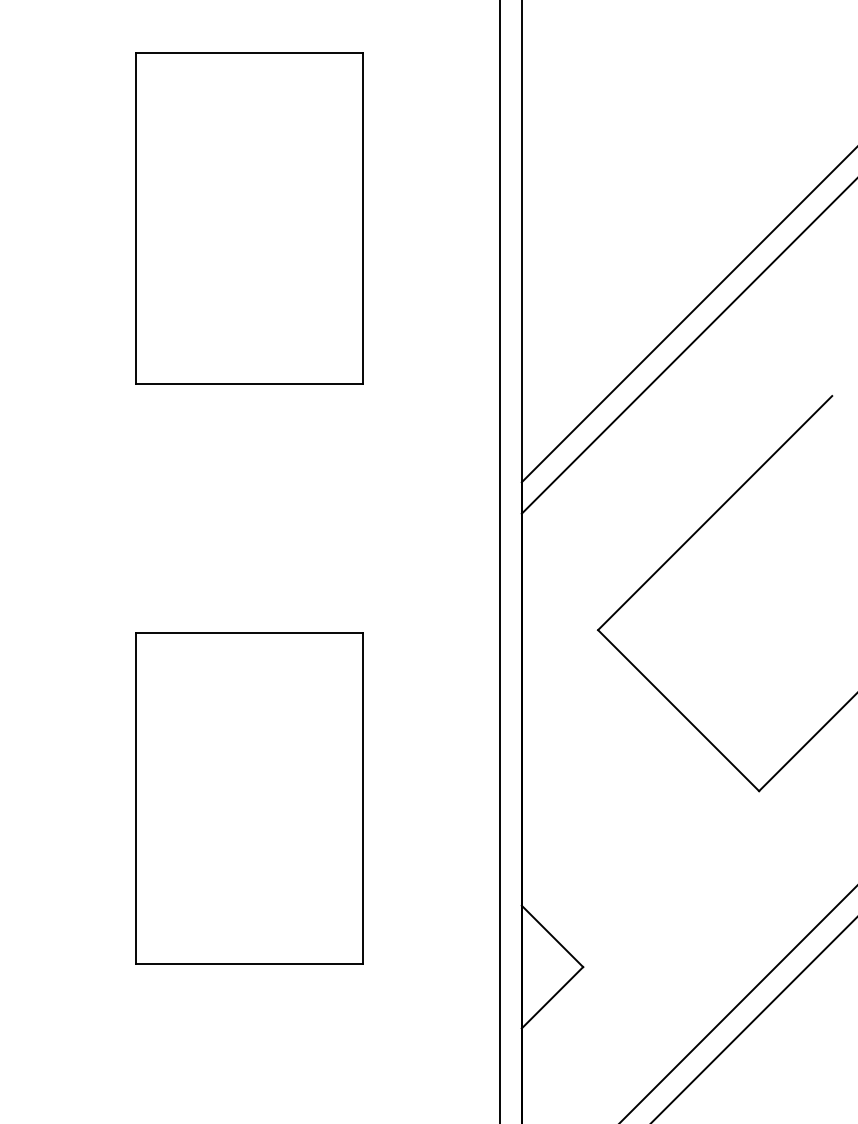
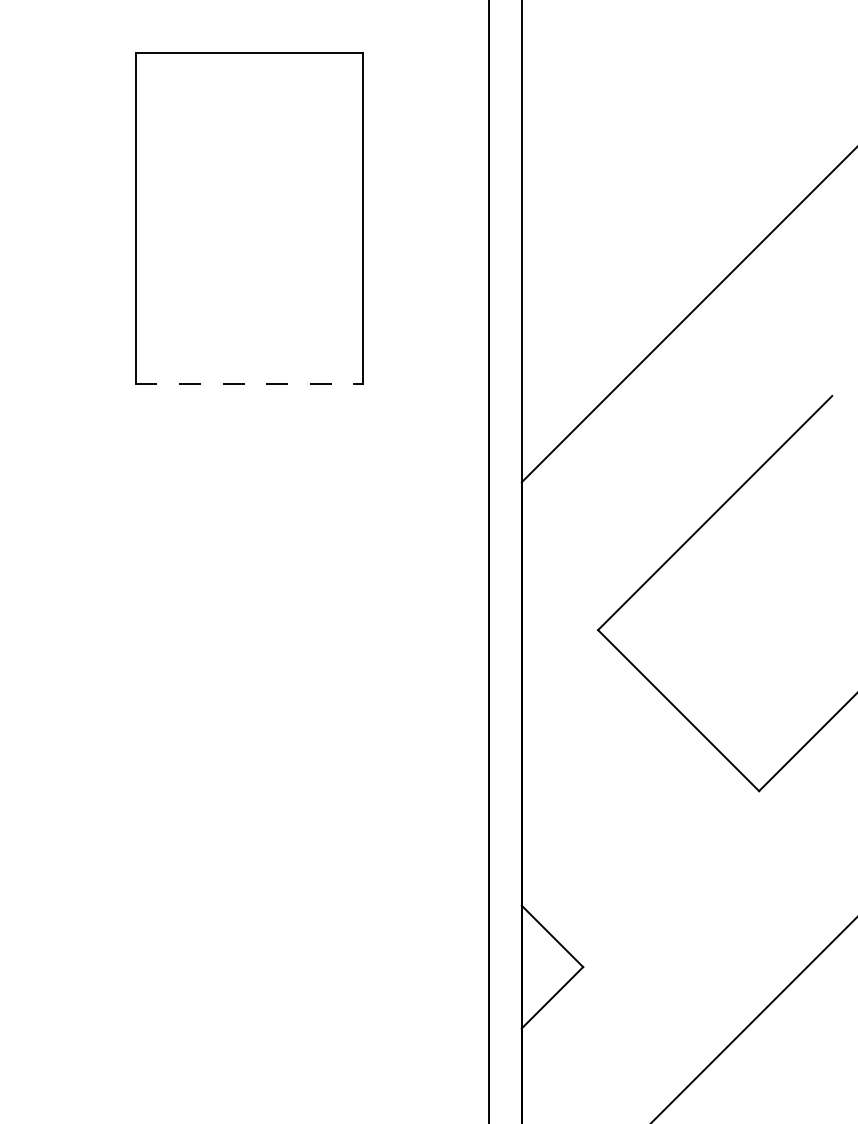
line at (687, 346): present -> none
line at (249, 384): solid -> dashed
line at (499, 561) position: (499, 561) -> (488, 561)
part at (249, 798): present -> none
line at (738, 1004): present -> none
